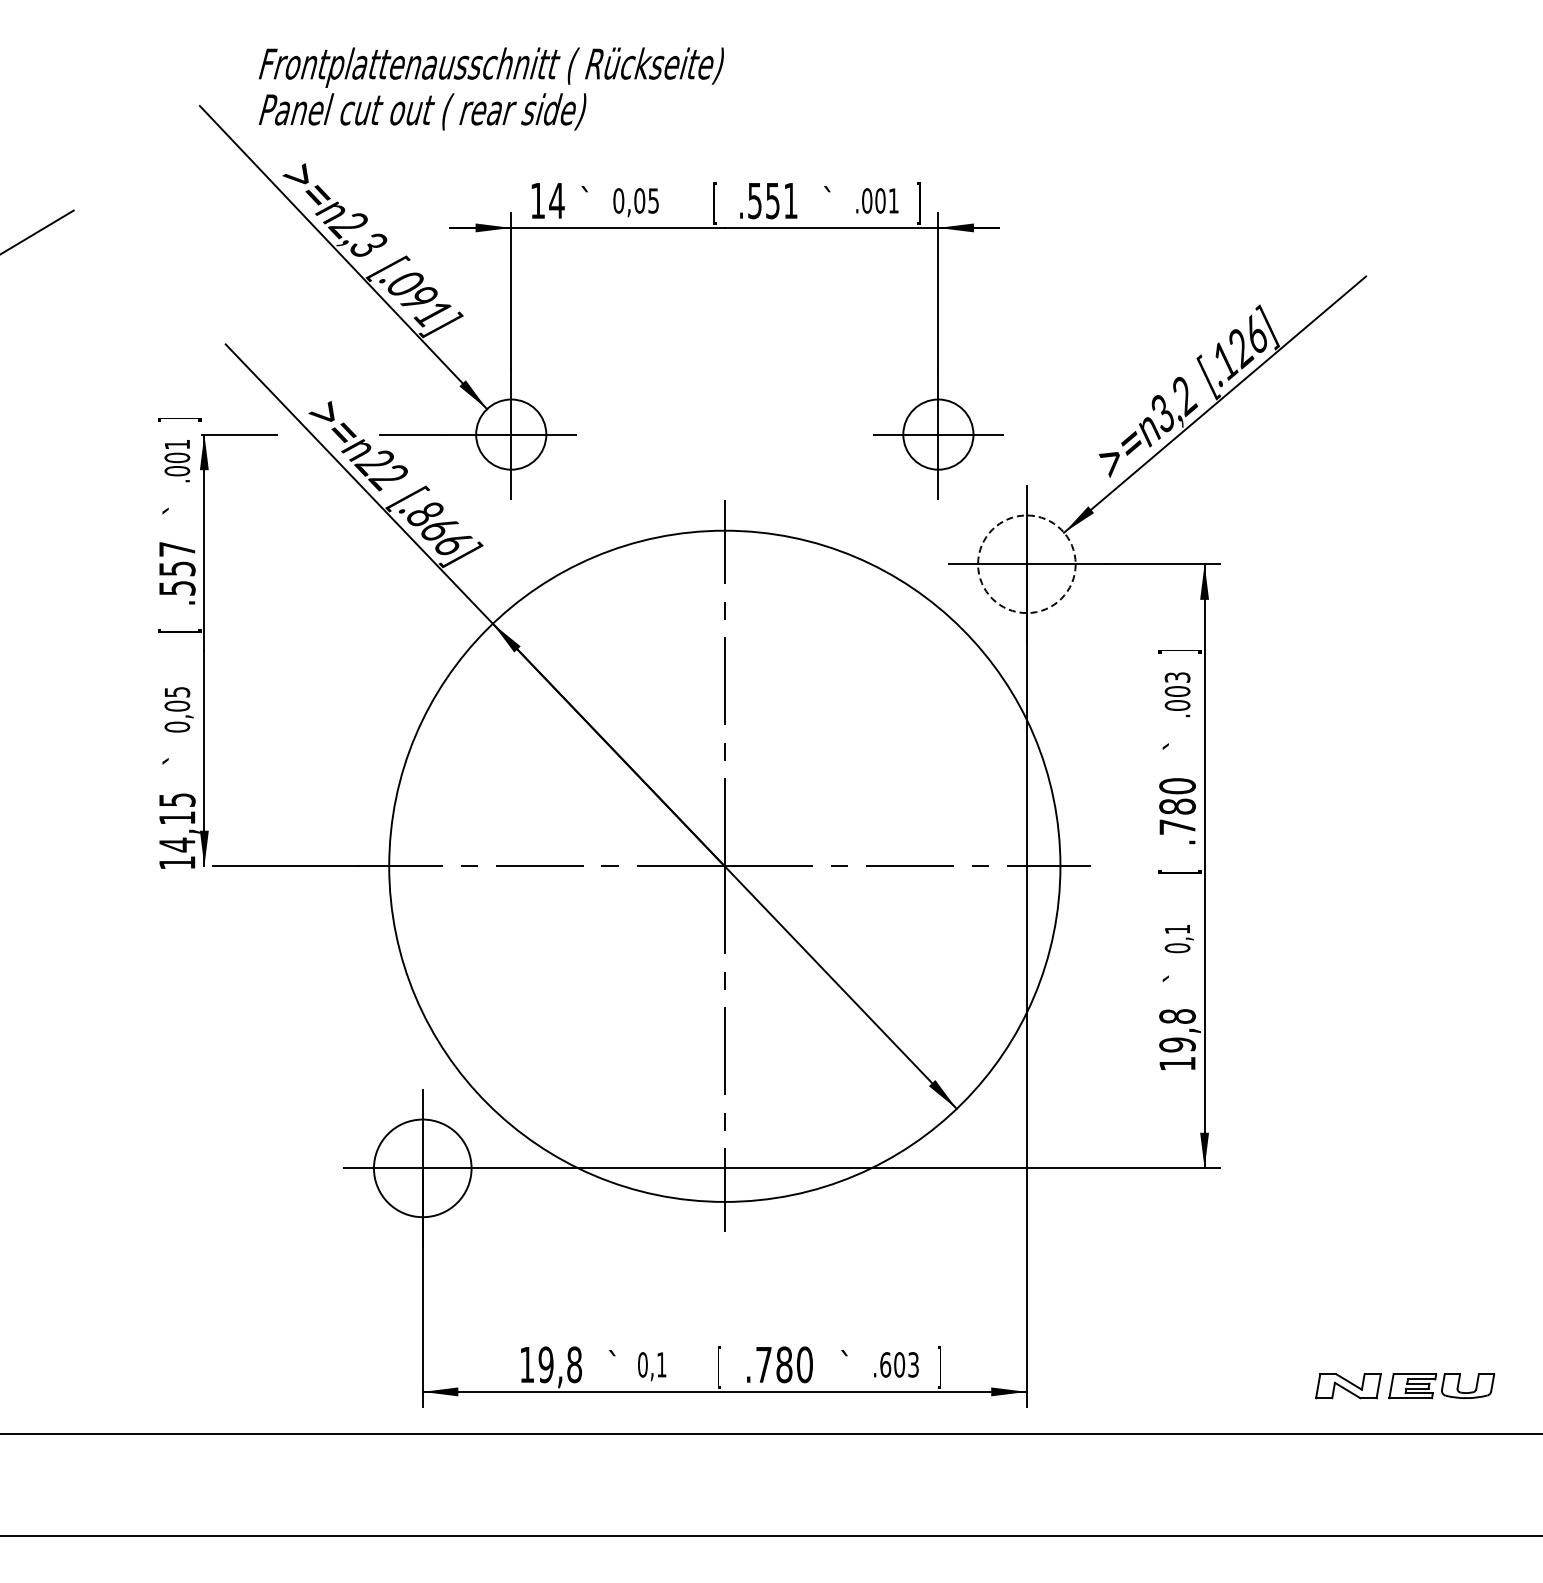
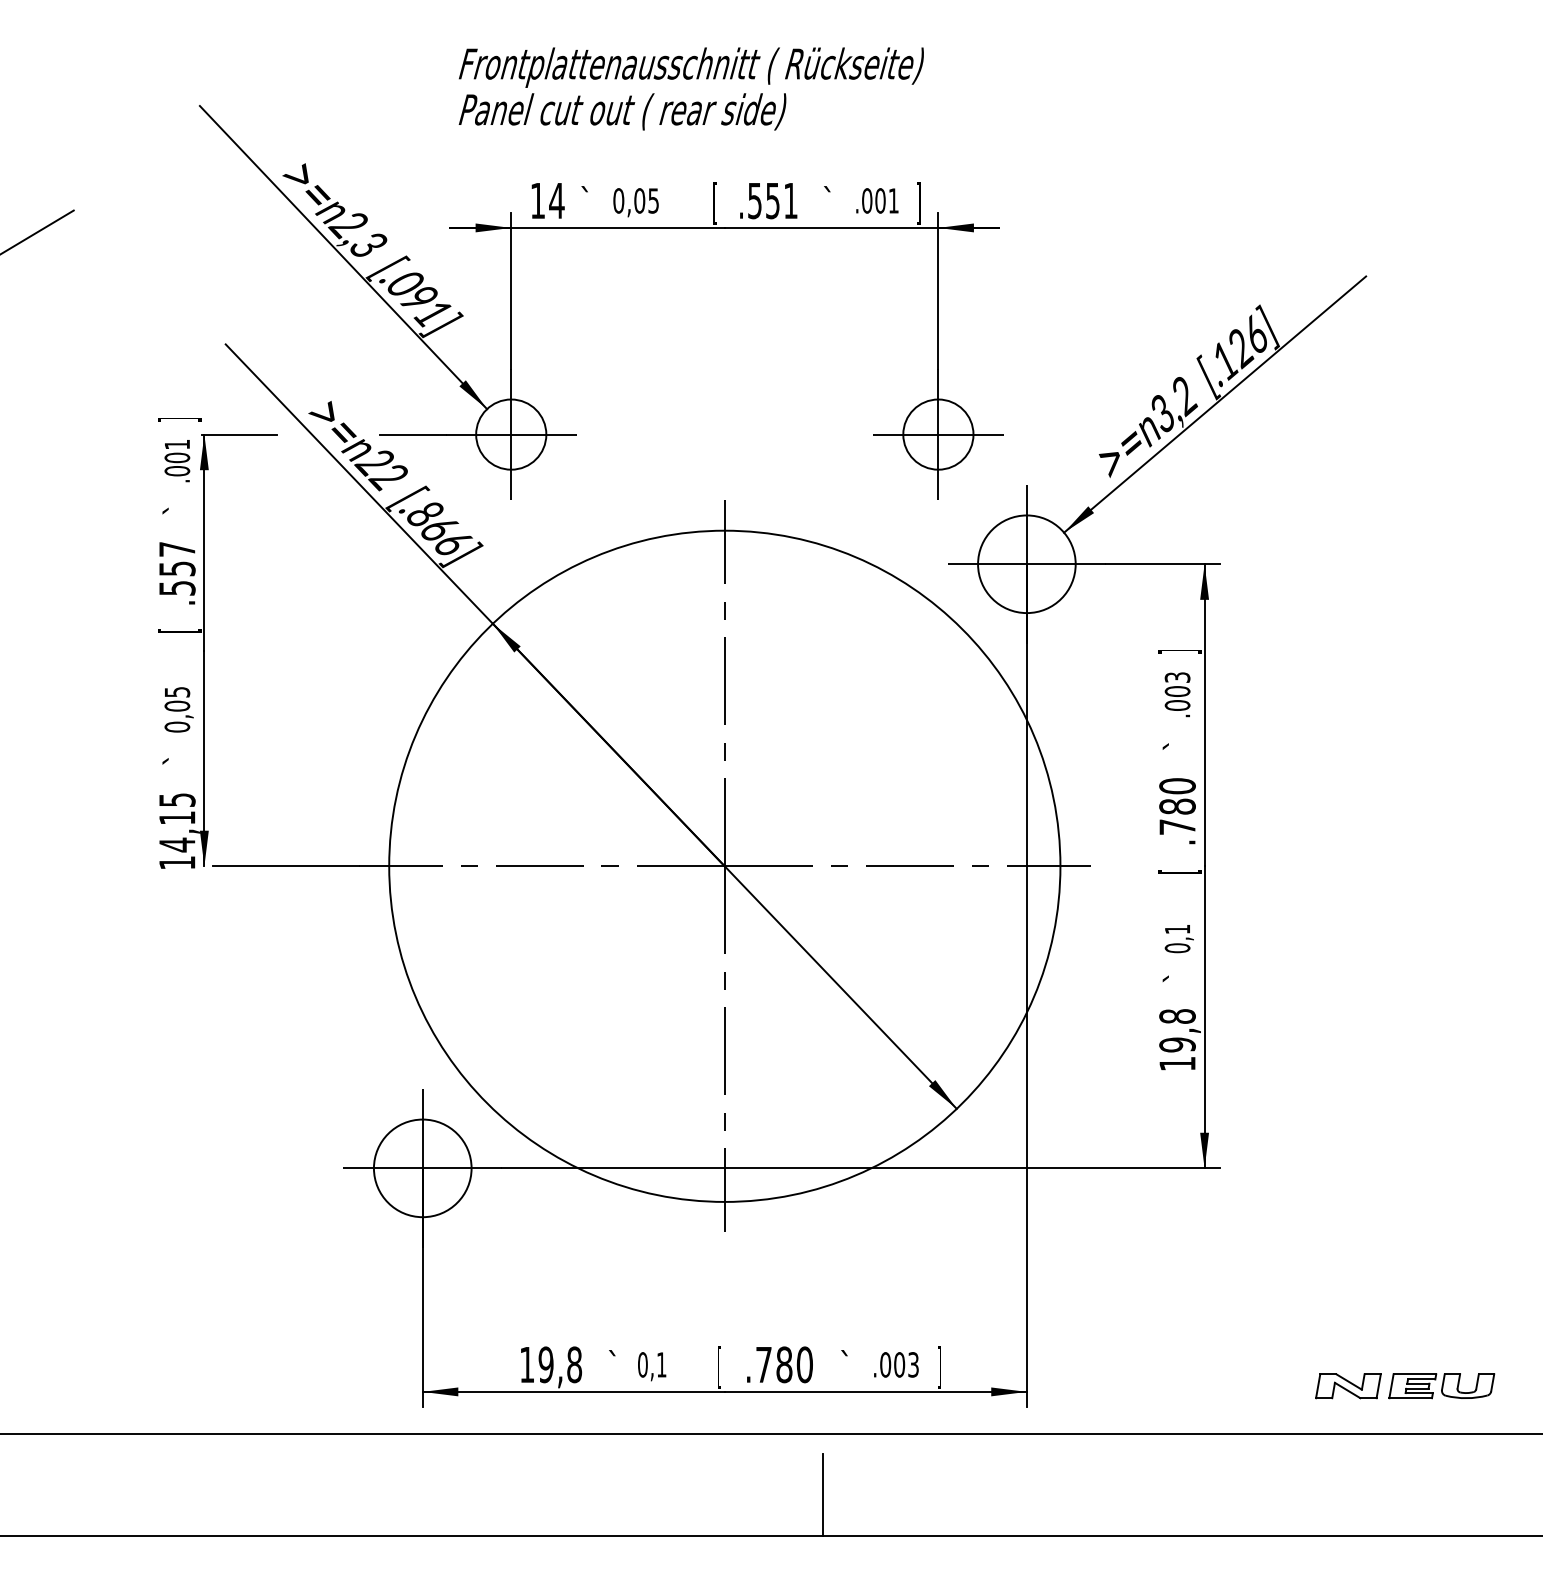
text at (490, 88) position: (490, 88) -> (690, 88)
circle at (1026, 564): dashed -> solid
text at (885, 1364): .603 -> .003
line at (822, 1494): none -> present
